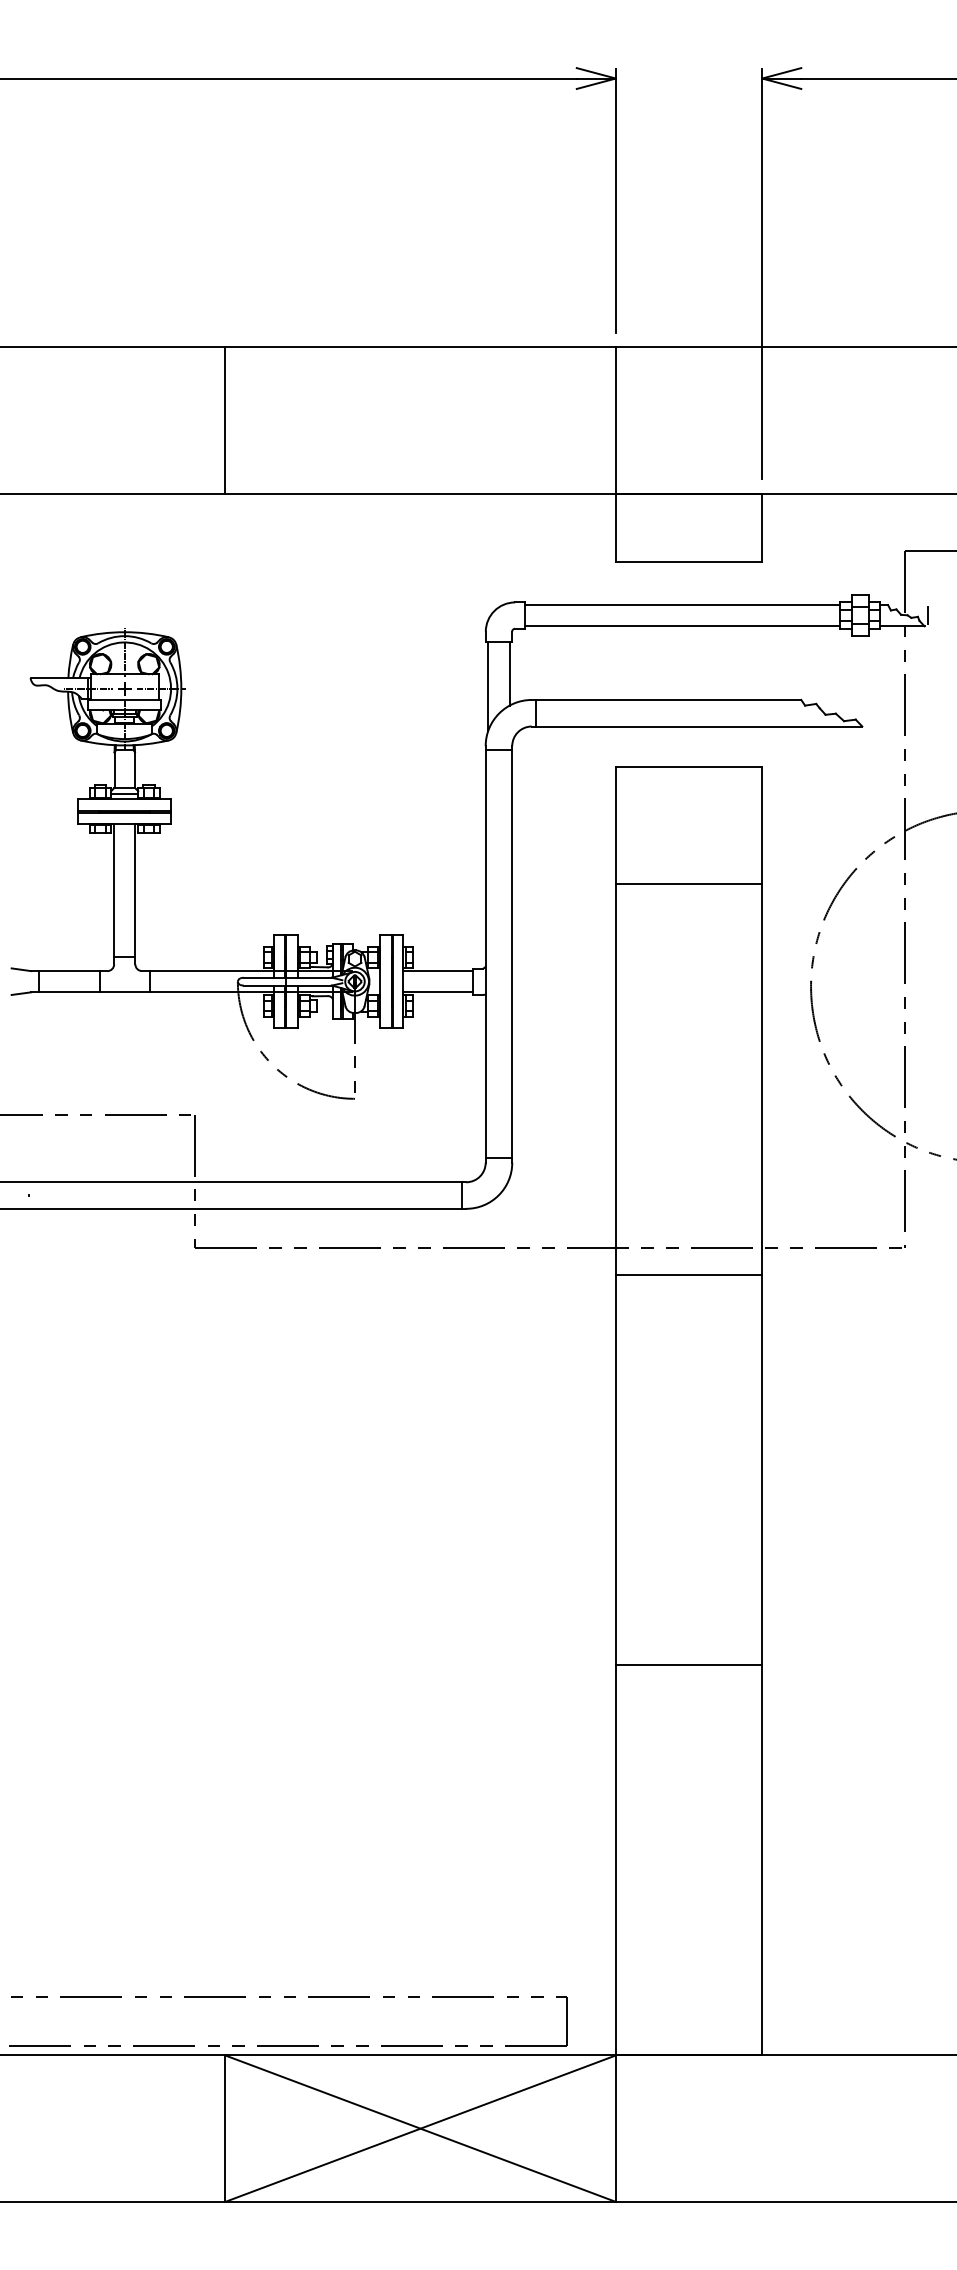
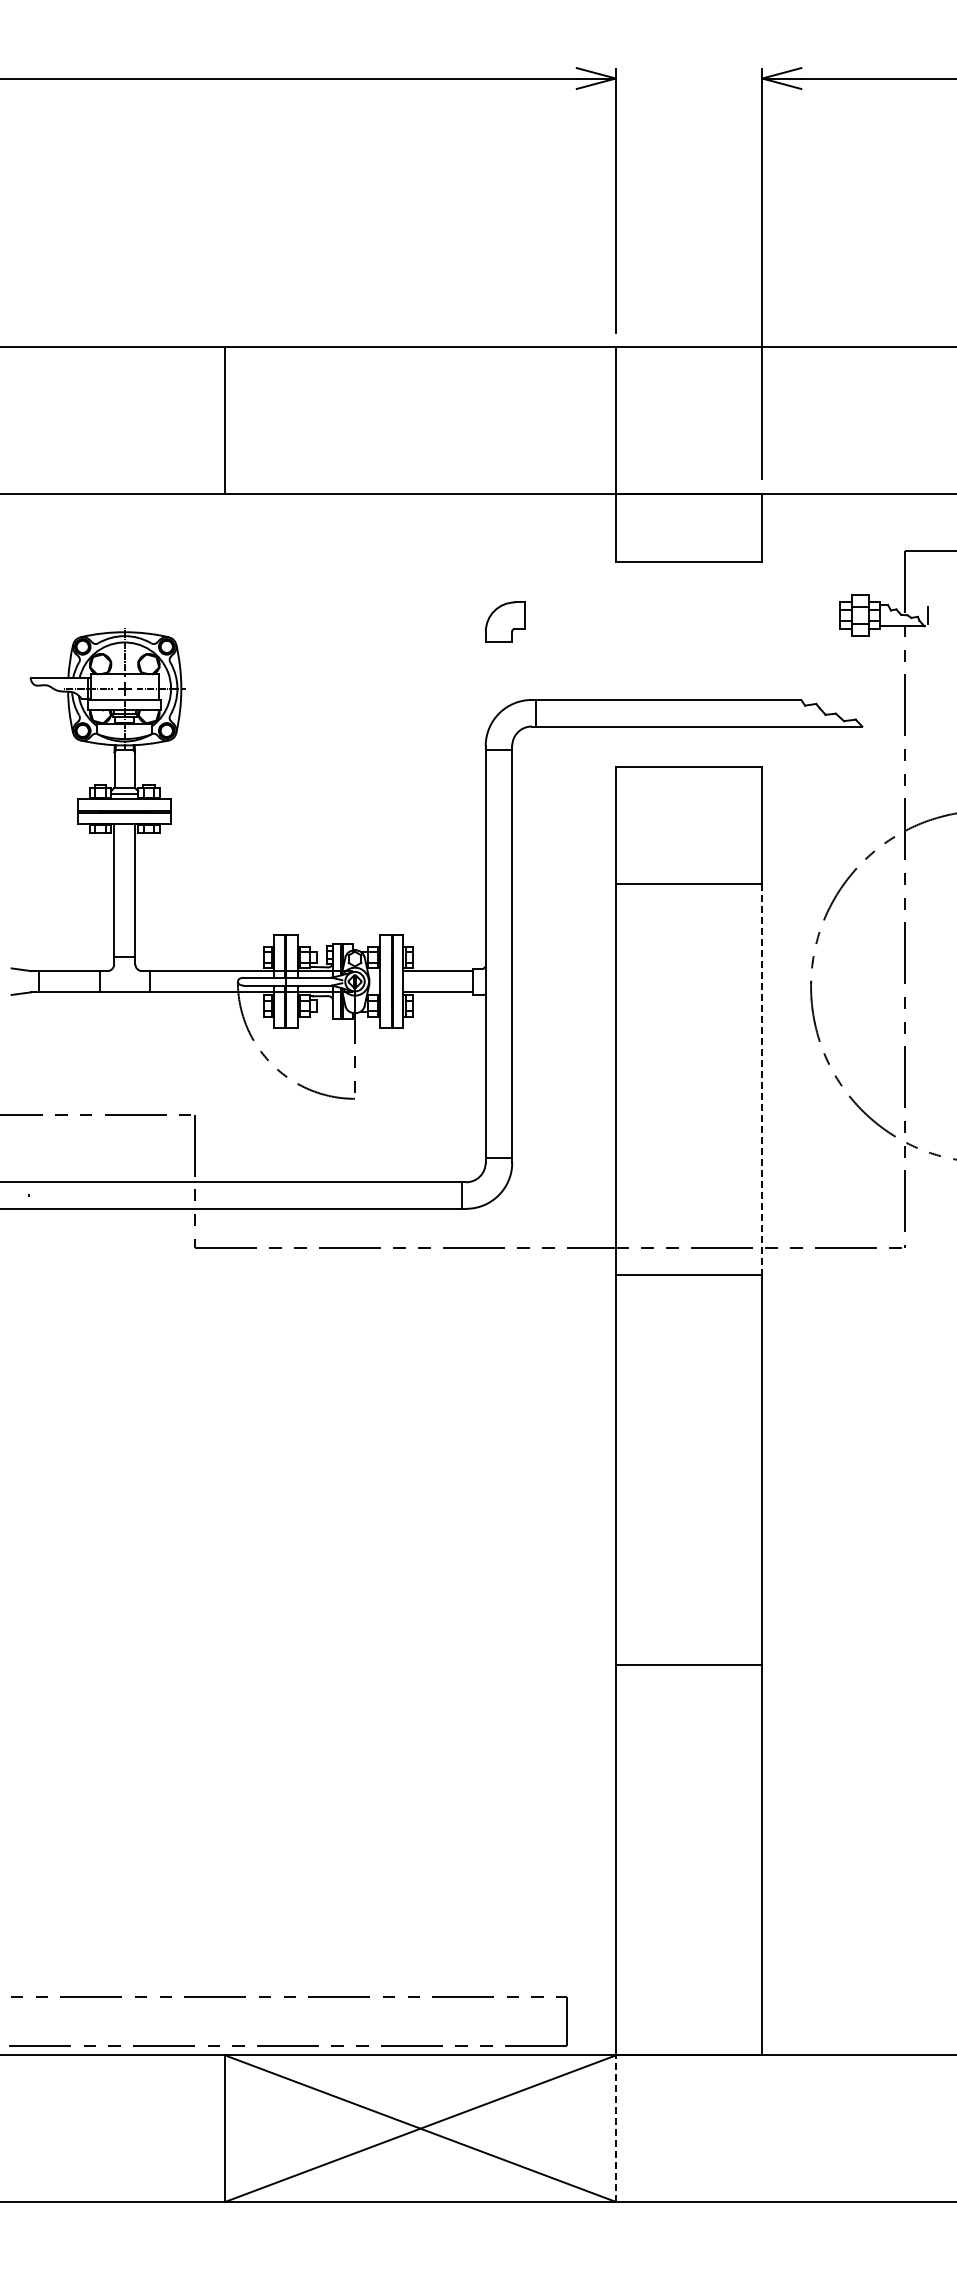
line at (682, 605): present -> none
line at (682, 626): present -> none
line at (509, 673): present -> none
line at (488, 685): present -> none
line at (762, 1079): solid -> dashed
line at (615, 2128): solid -> dashed
